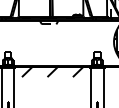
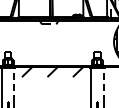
line at (14, 84): solid -> dashed
line at (103, 84): solid -> dashed
